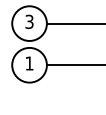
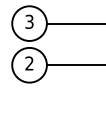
text at (29, 63): 1 -> 2
